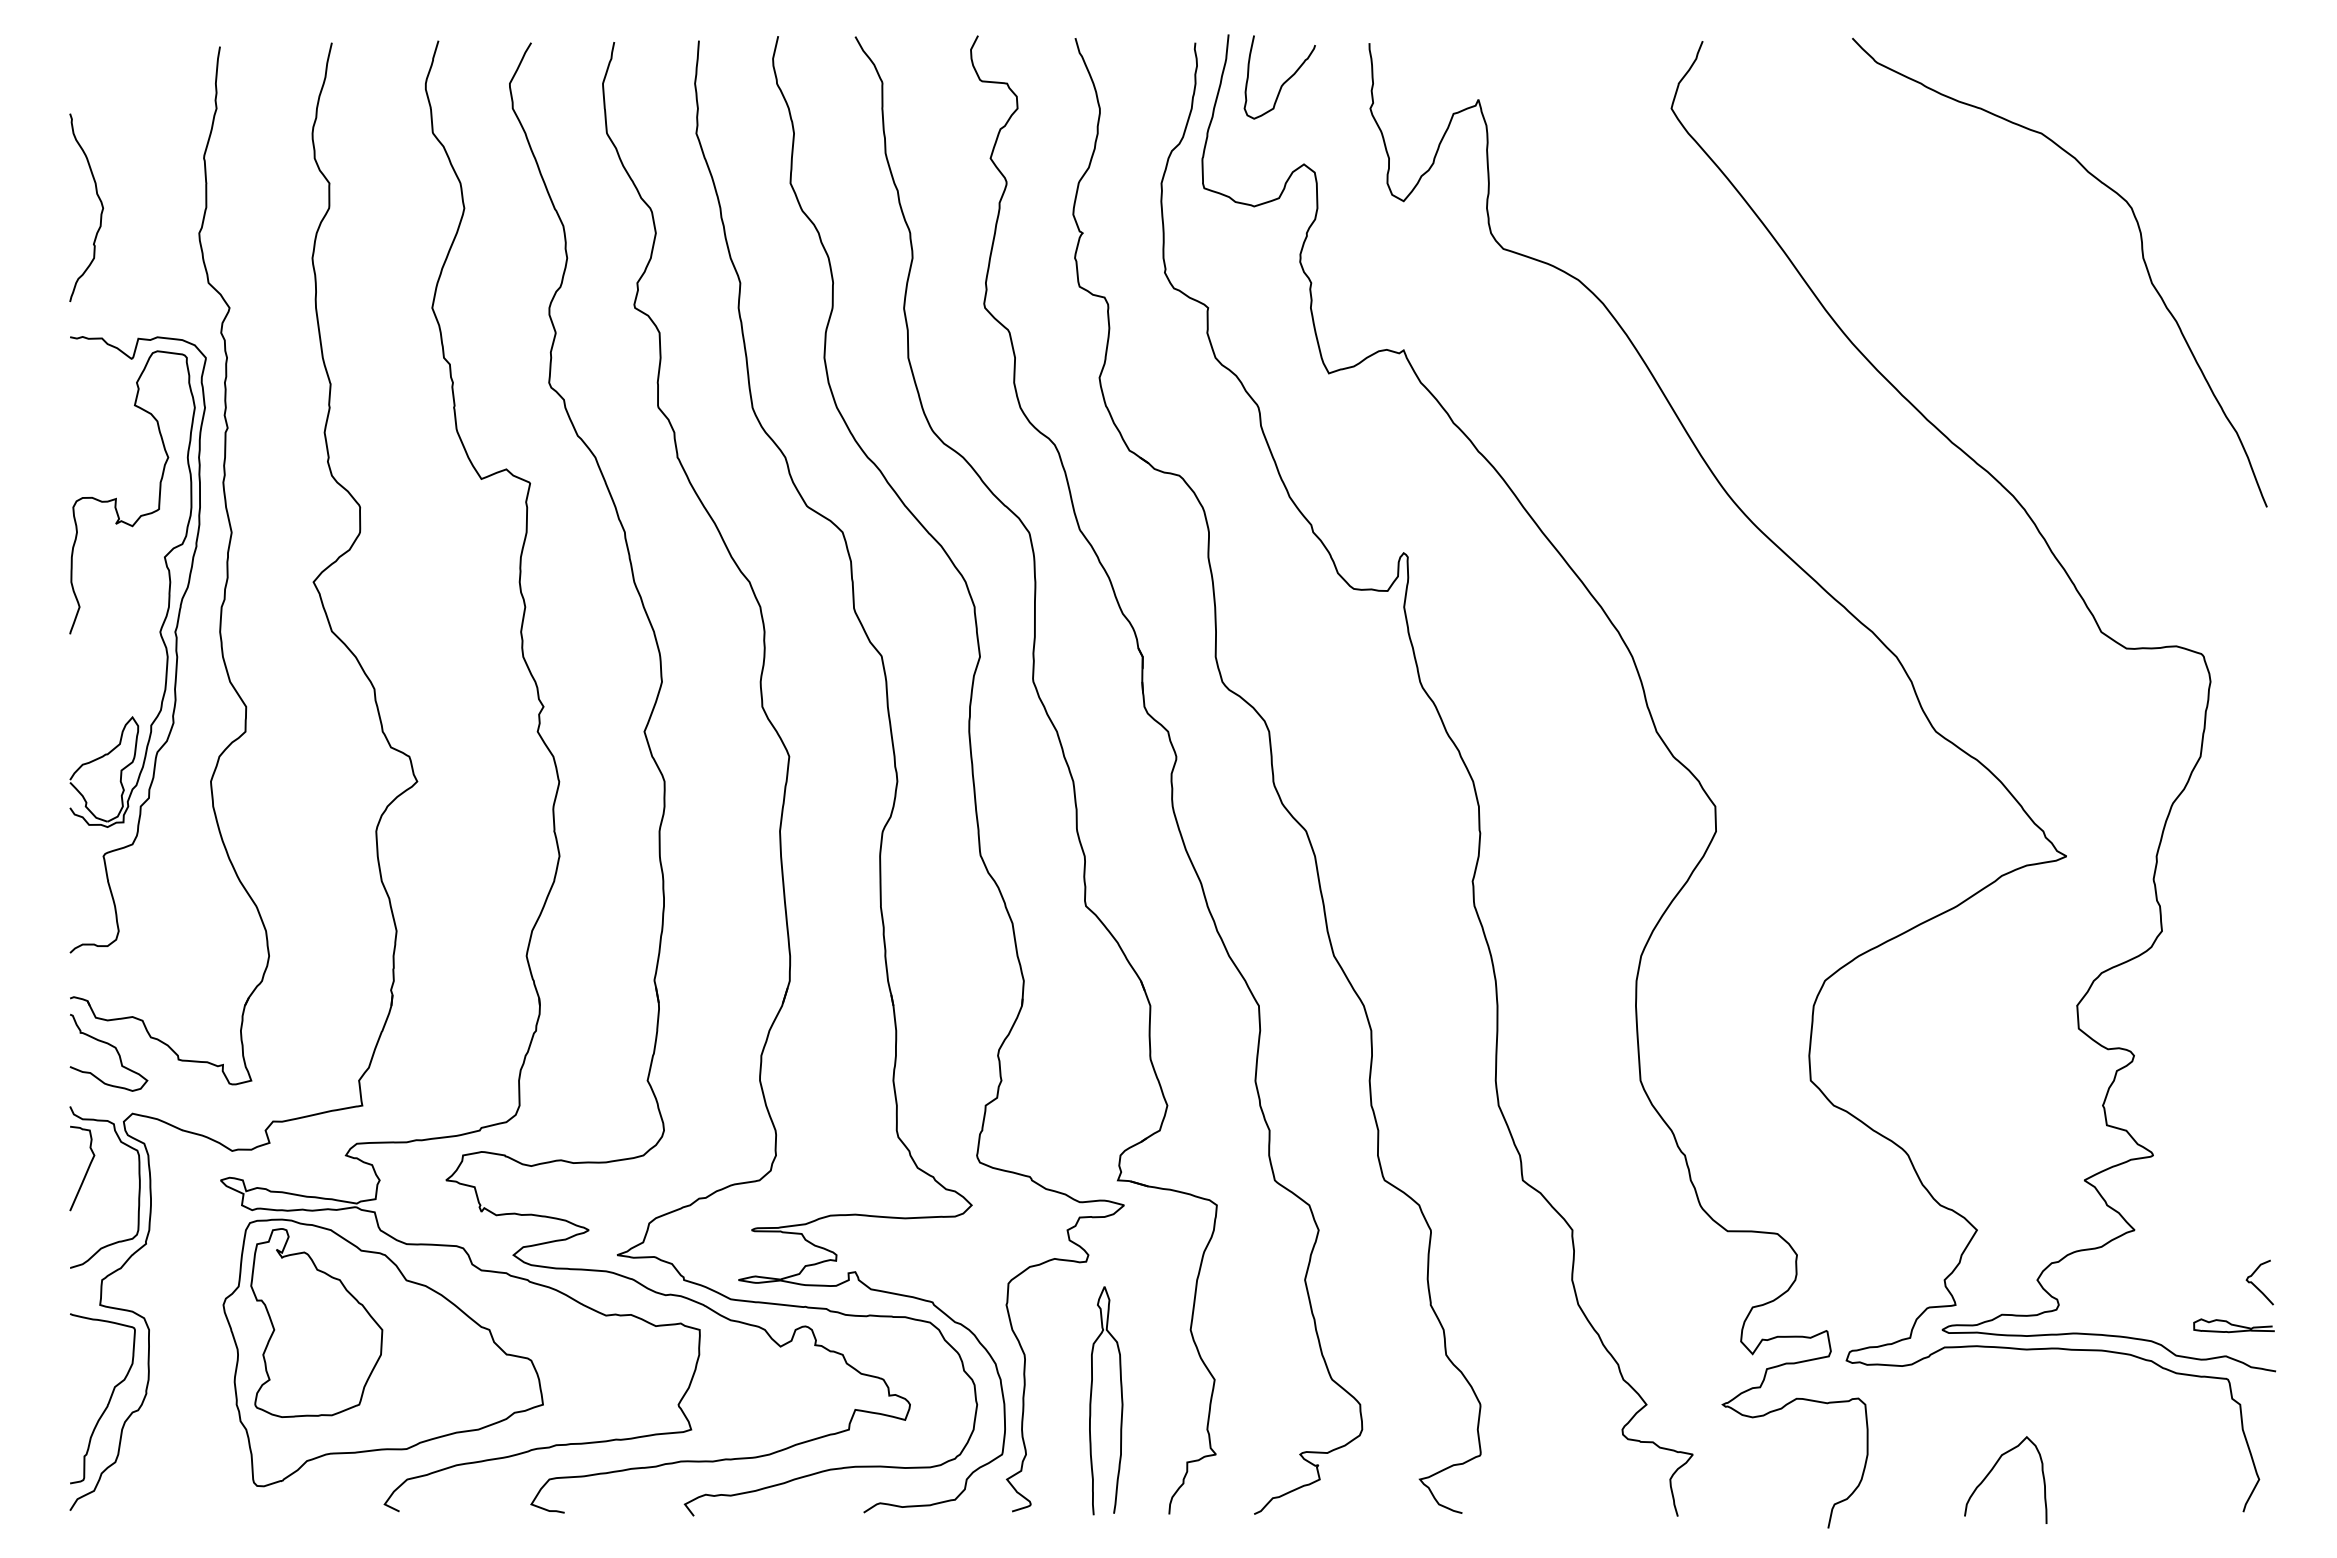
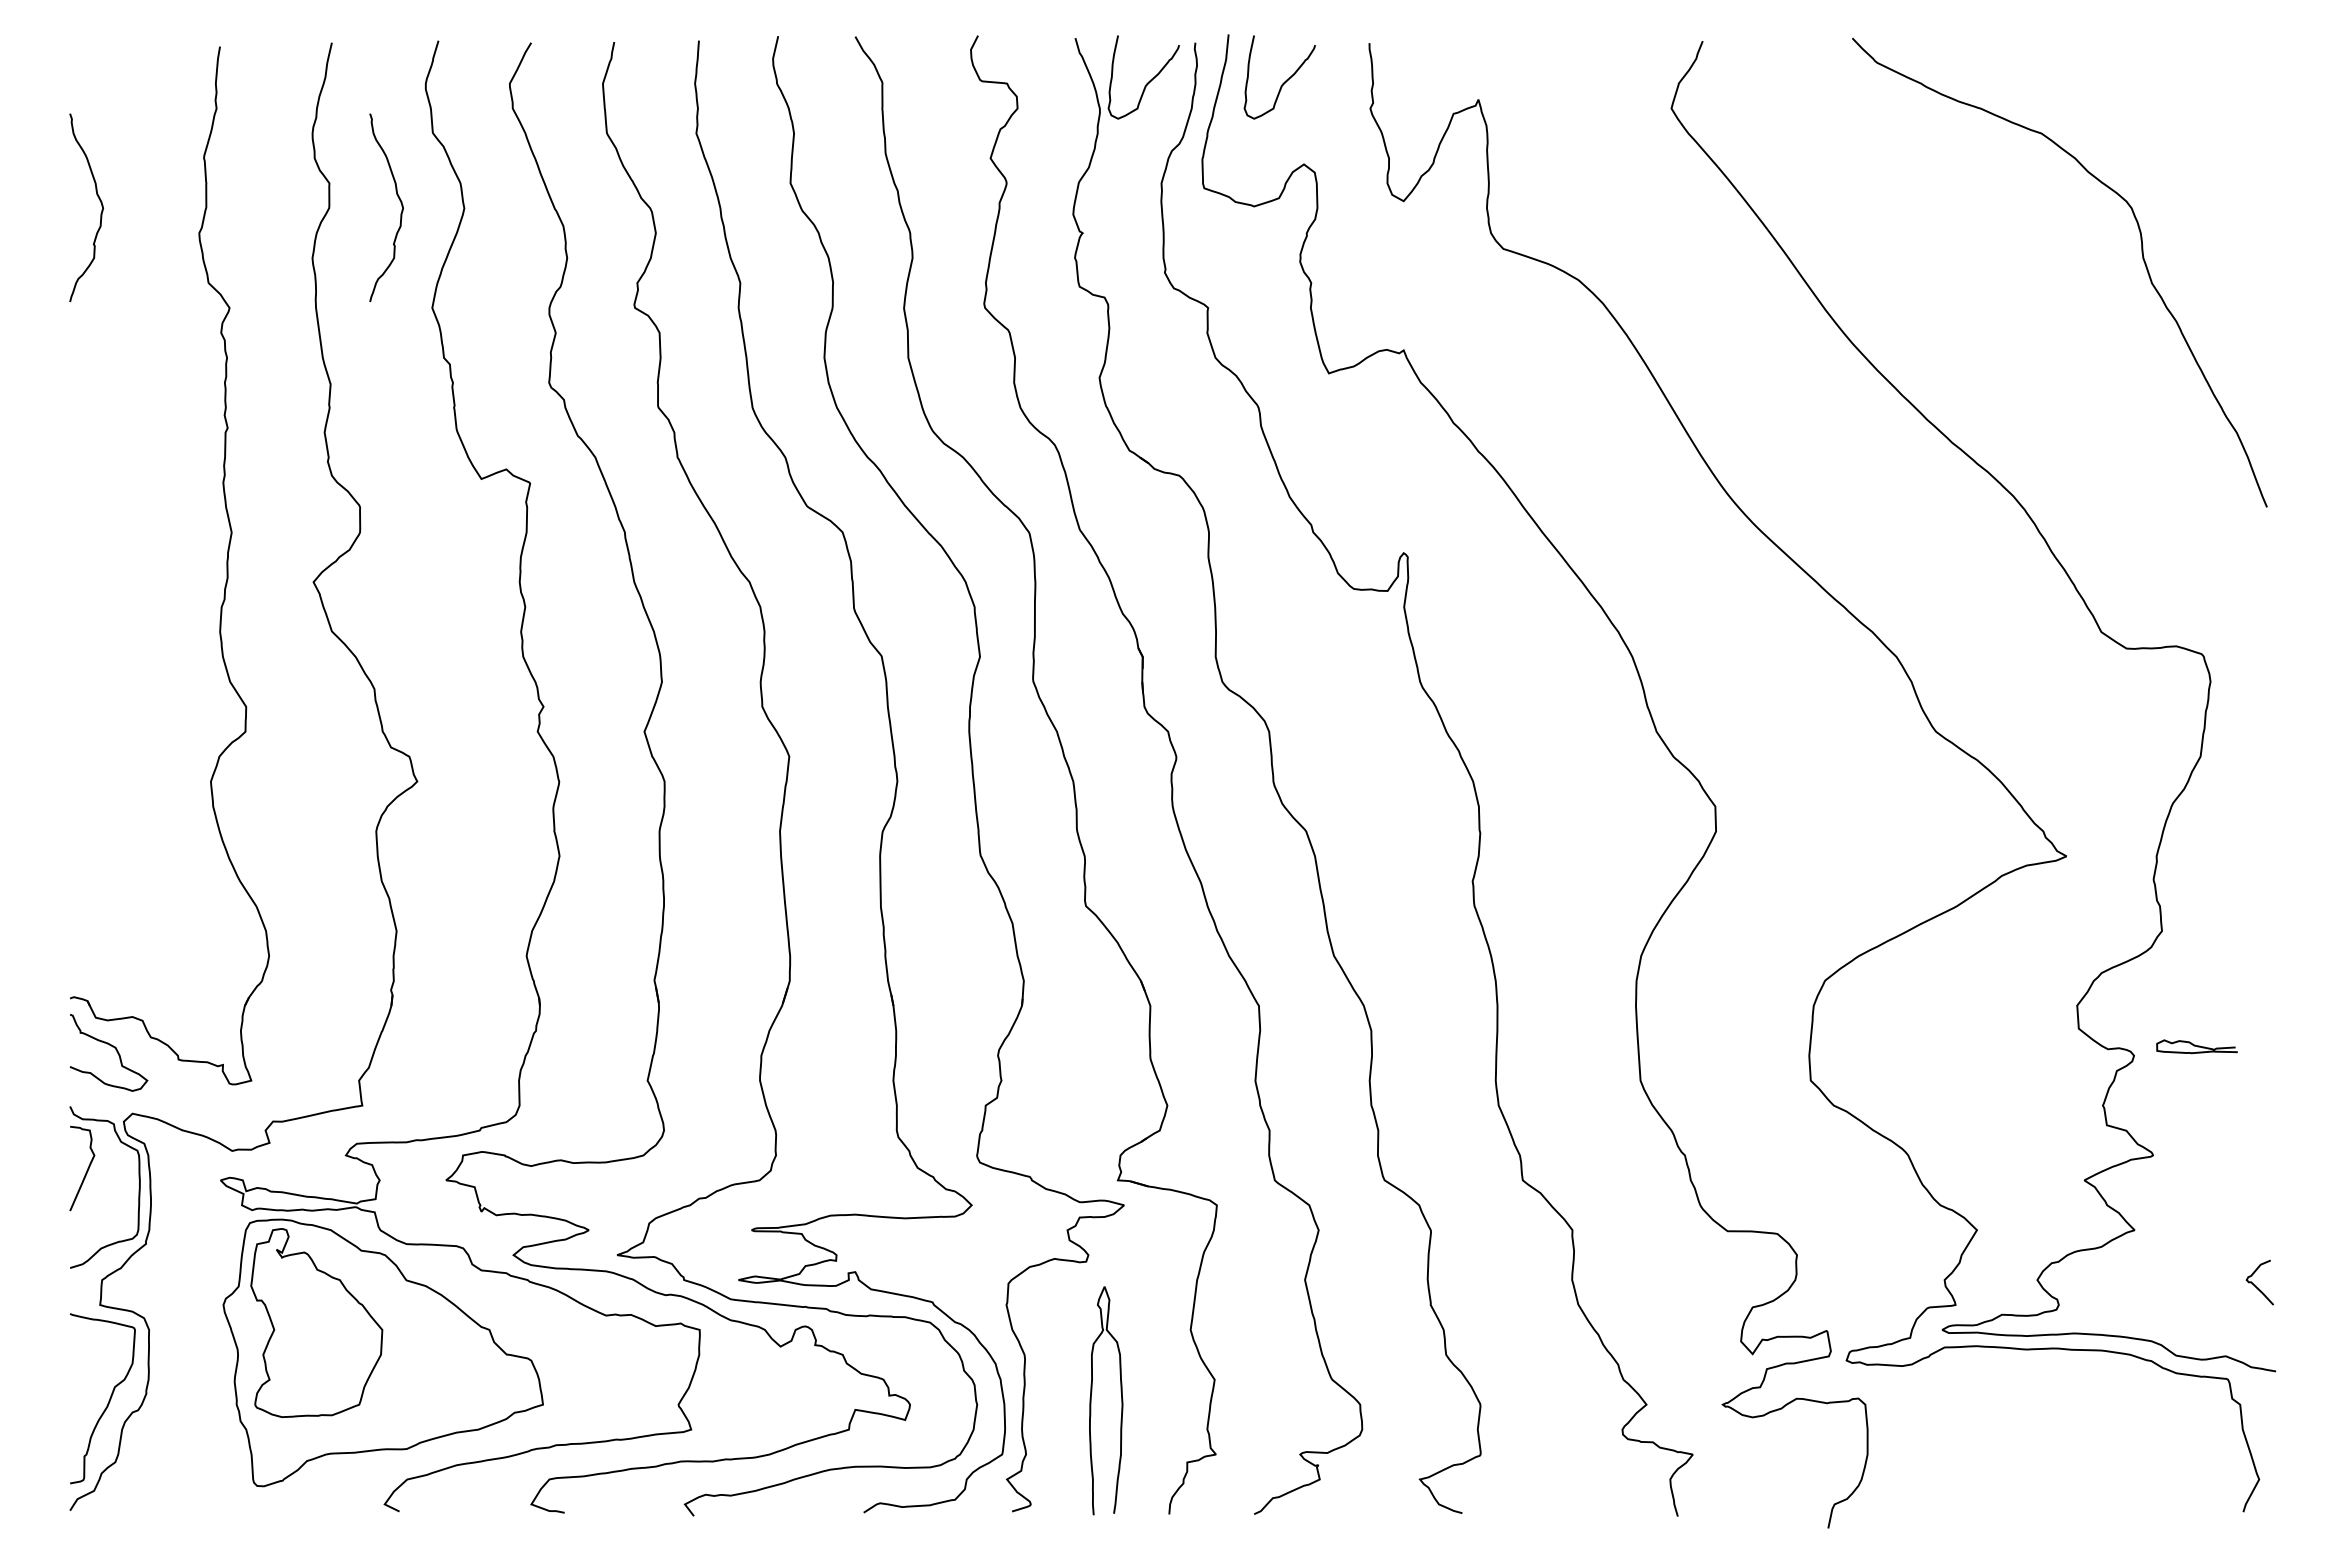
curve at (1148, 81): none -> present
curve at (400, 203): none -> present
part at (160, 636): present -> none
curve at (2233, 1325) position: (2233, 1325) -> (2196, 1046)
curve at (1993, 1469): present -> none
